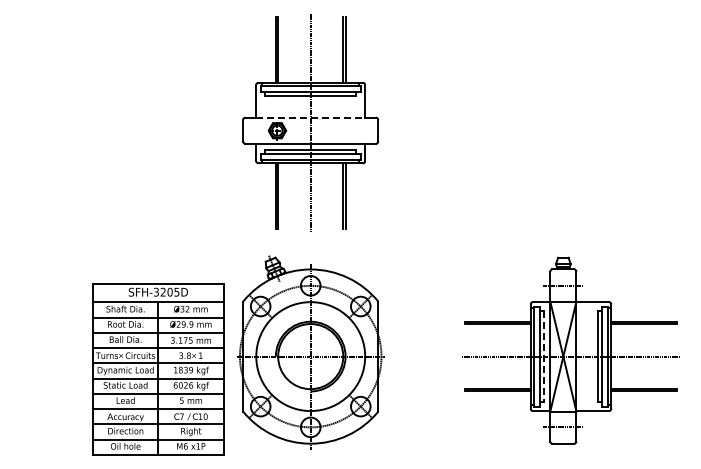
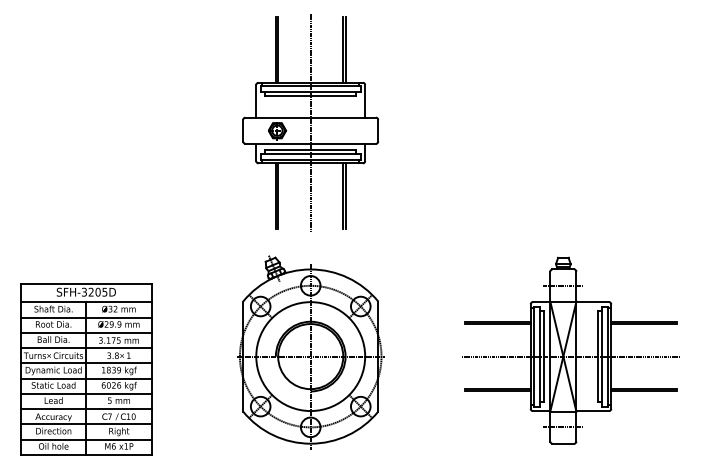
line at (311, 117): dashed -> solid
line at (544, 356): dashed -> solid
part at (158, 369) position: (158, 369) -> (86, 369)
